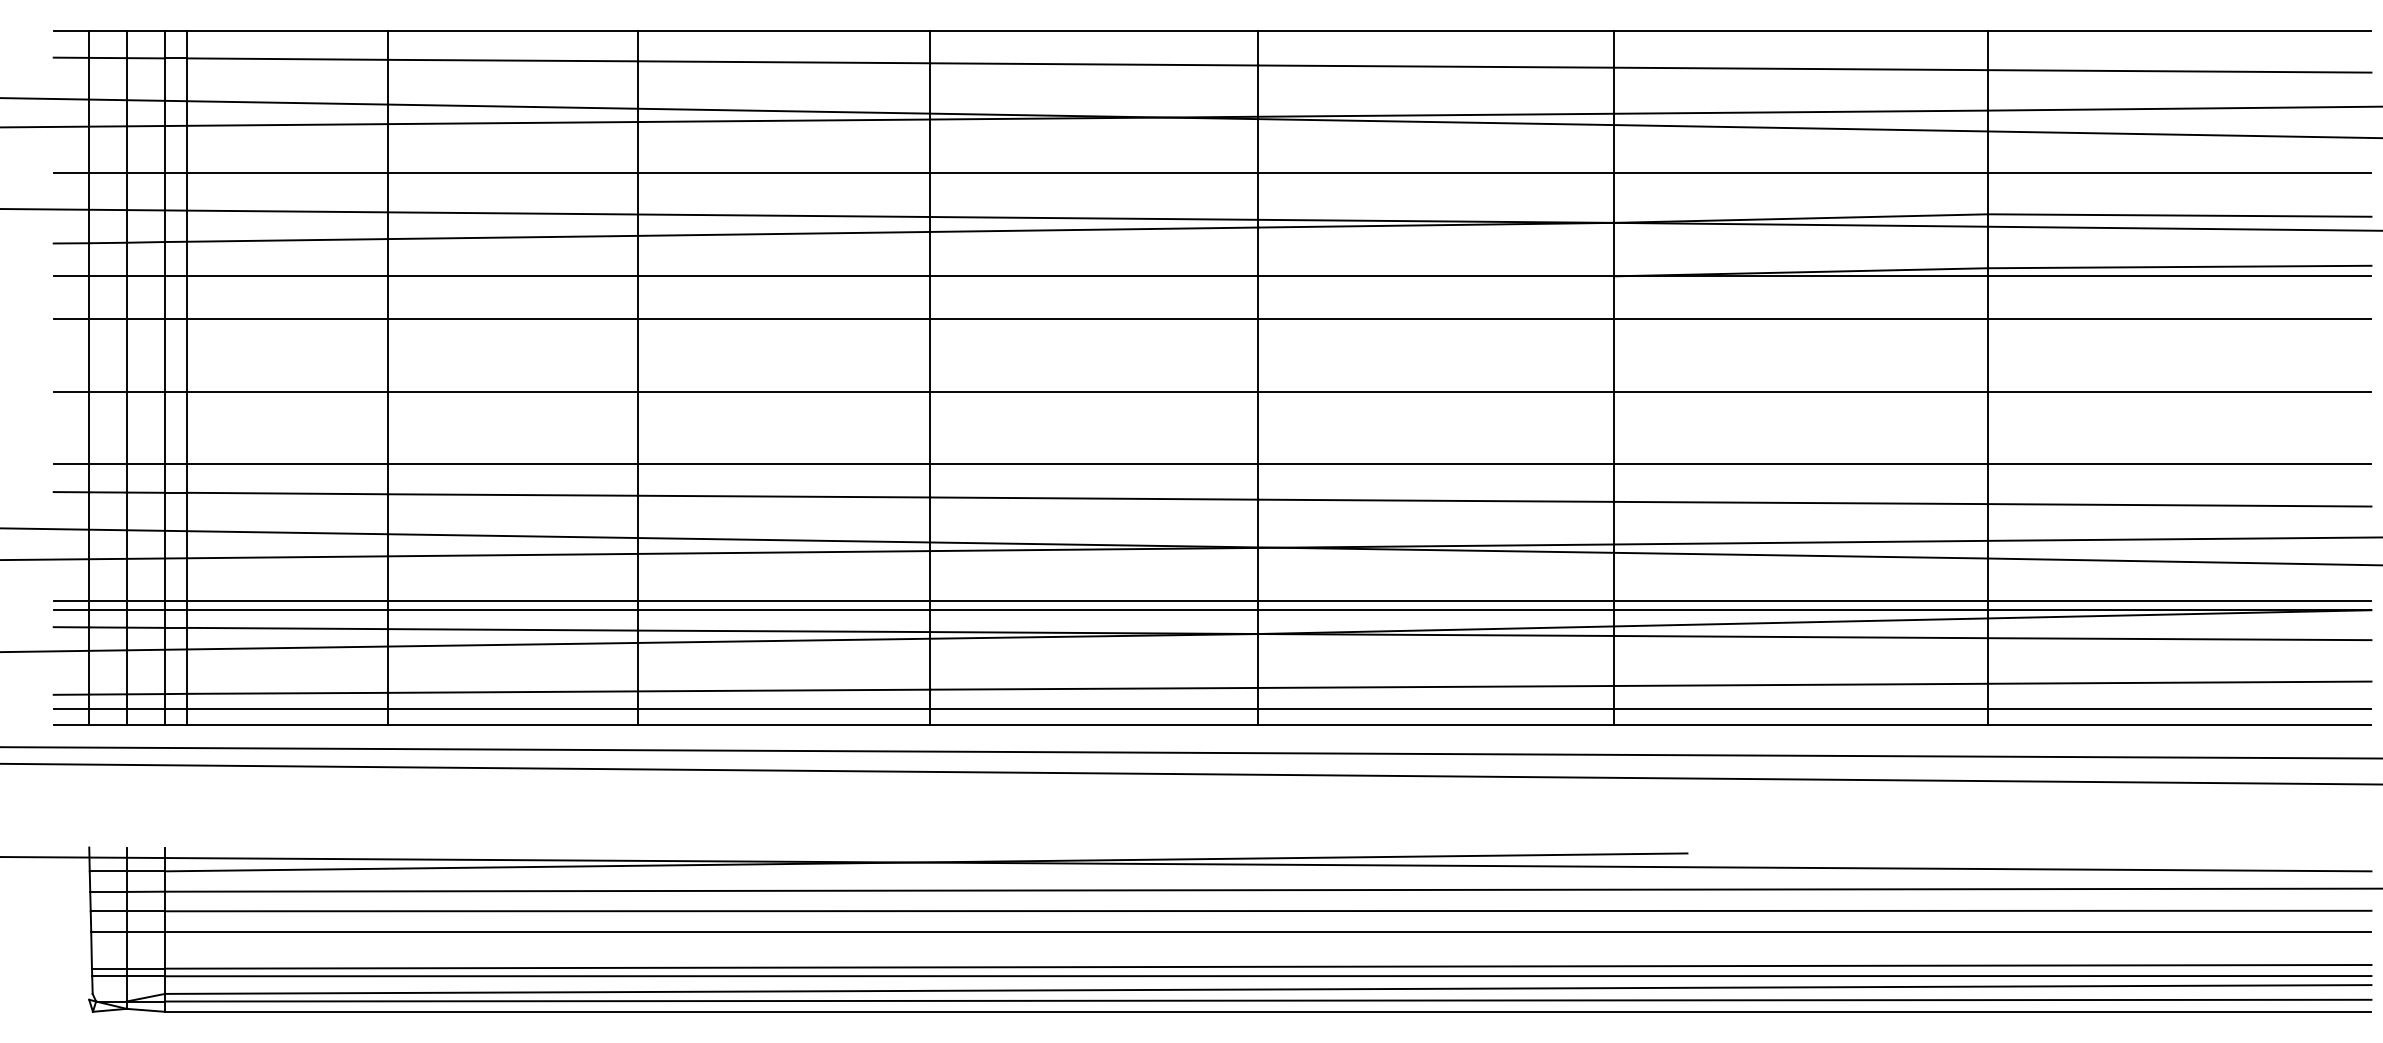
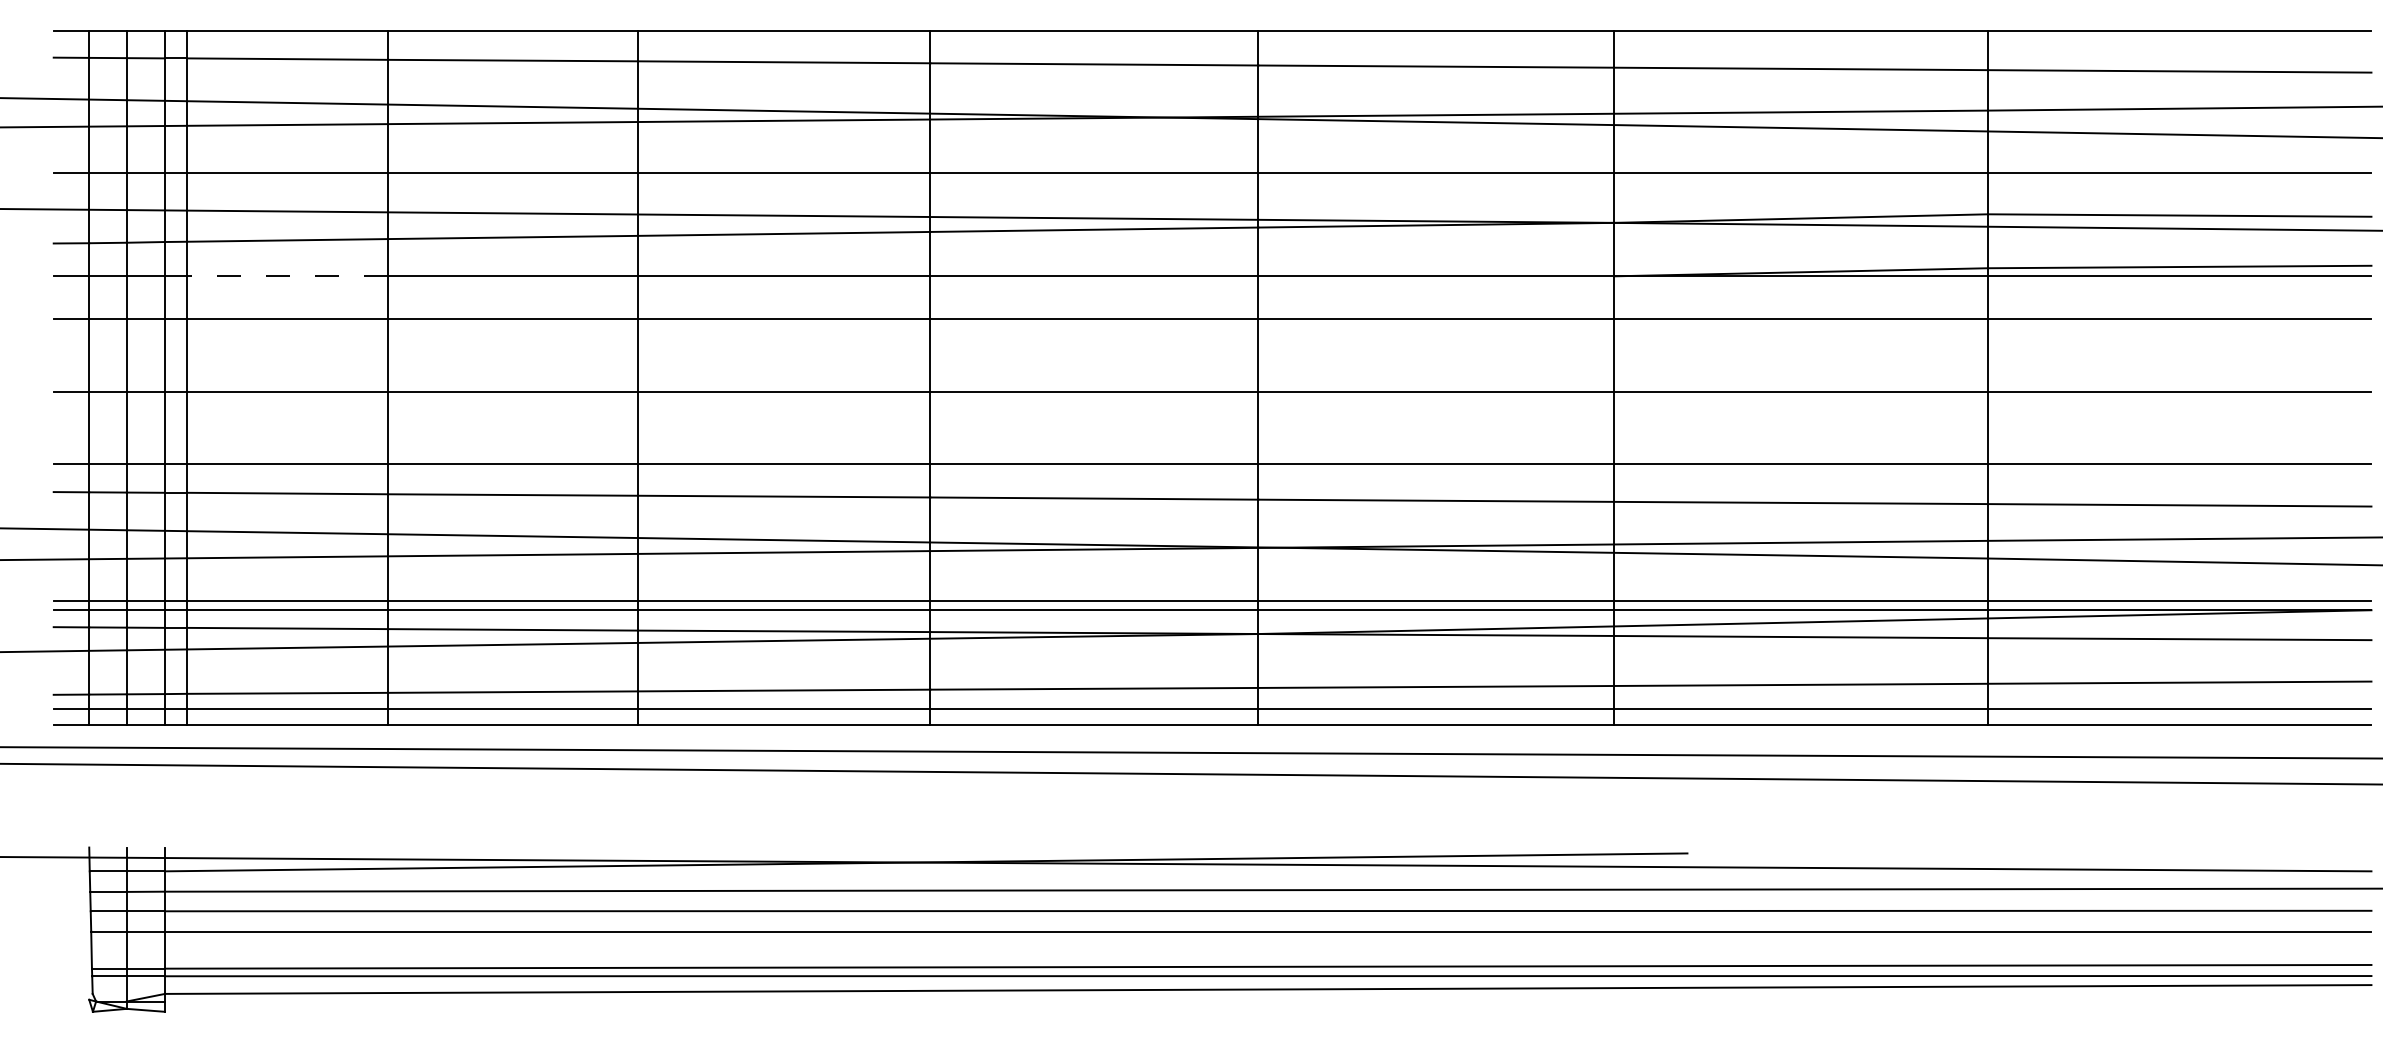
line at (287, 276): solid -> dashed
line at (1268, 1000): present -> none
line at (1268, 1011): present -> none
